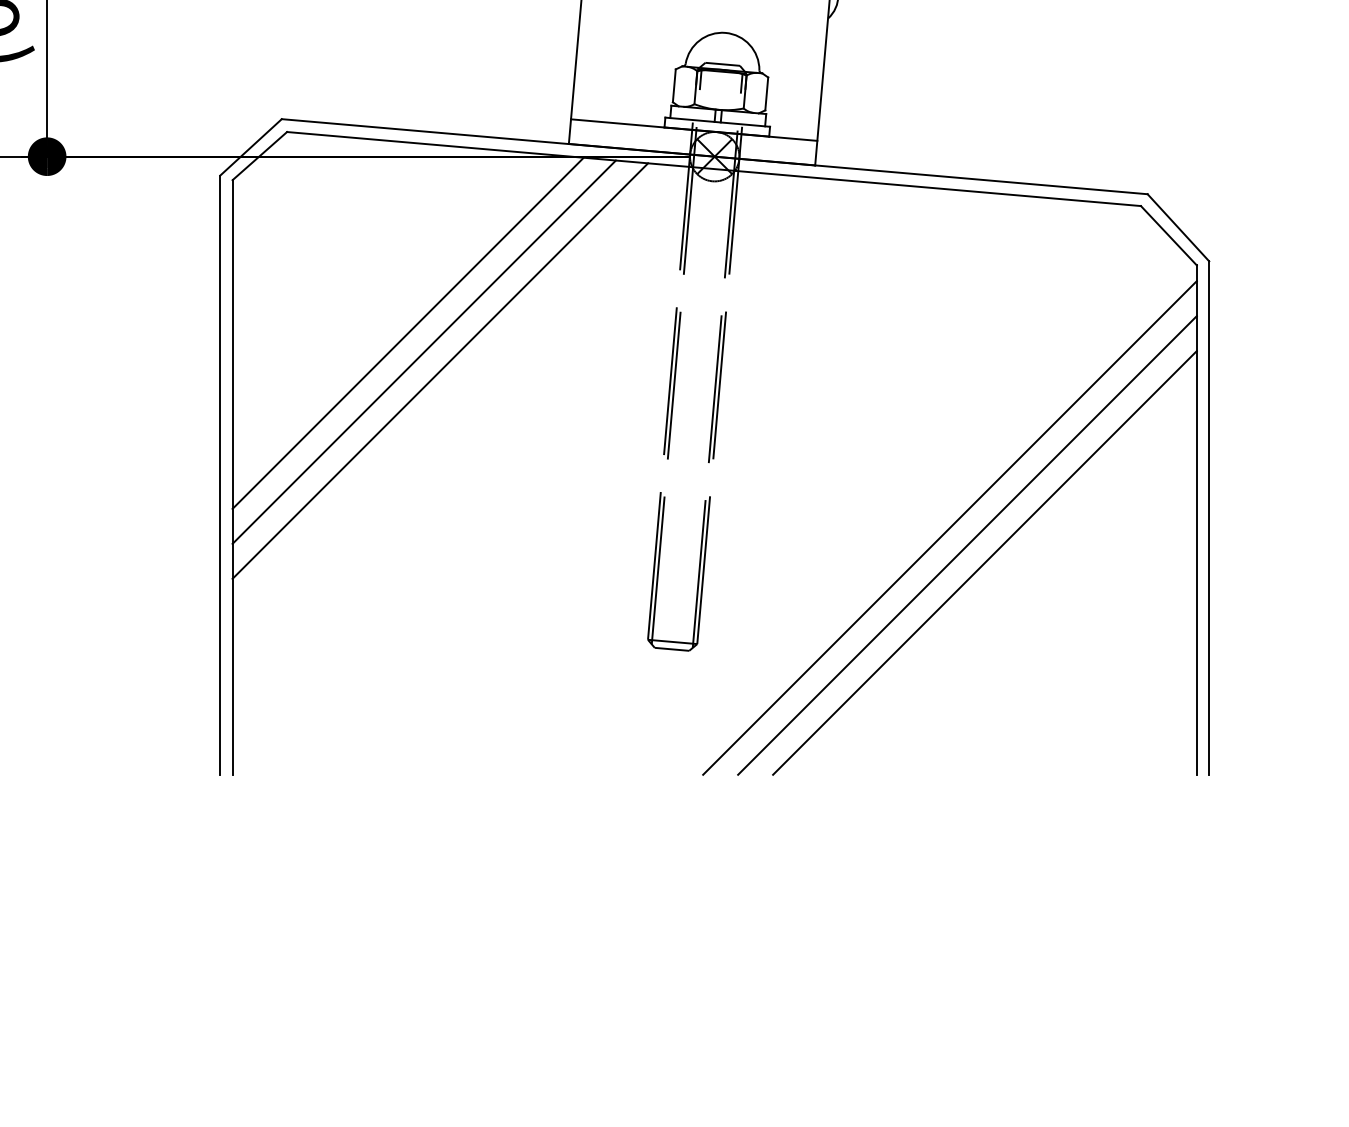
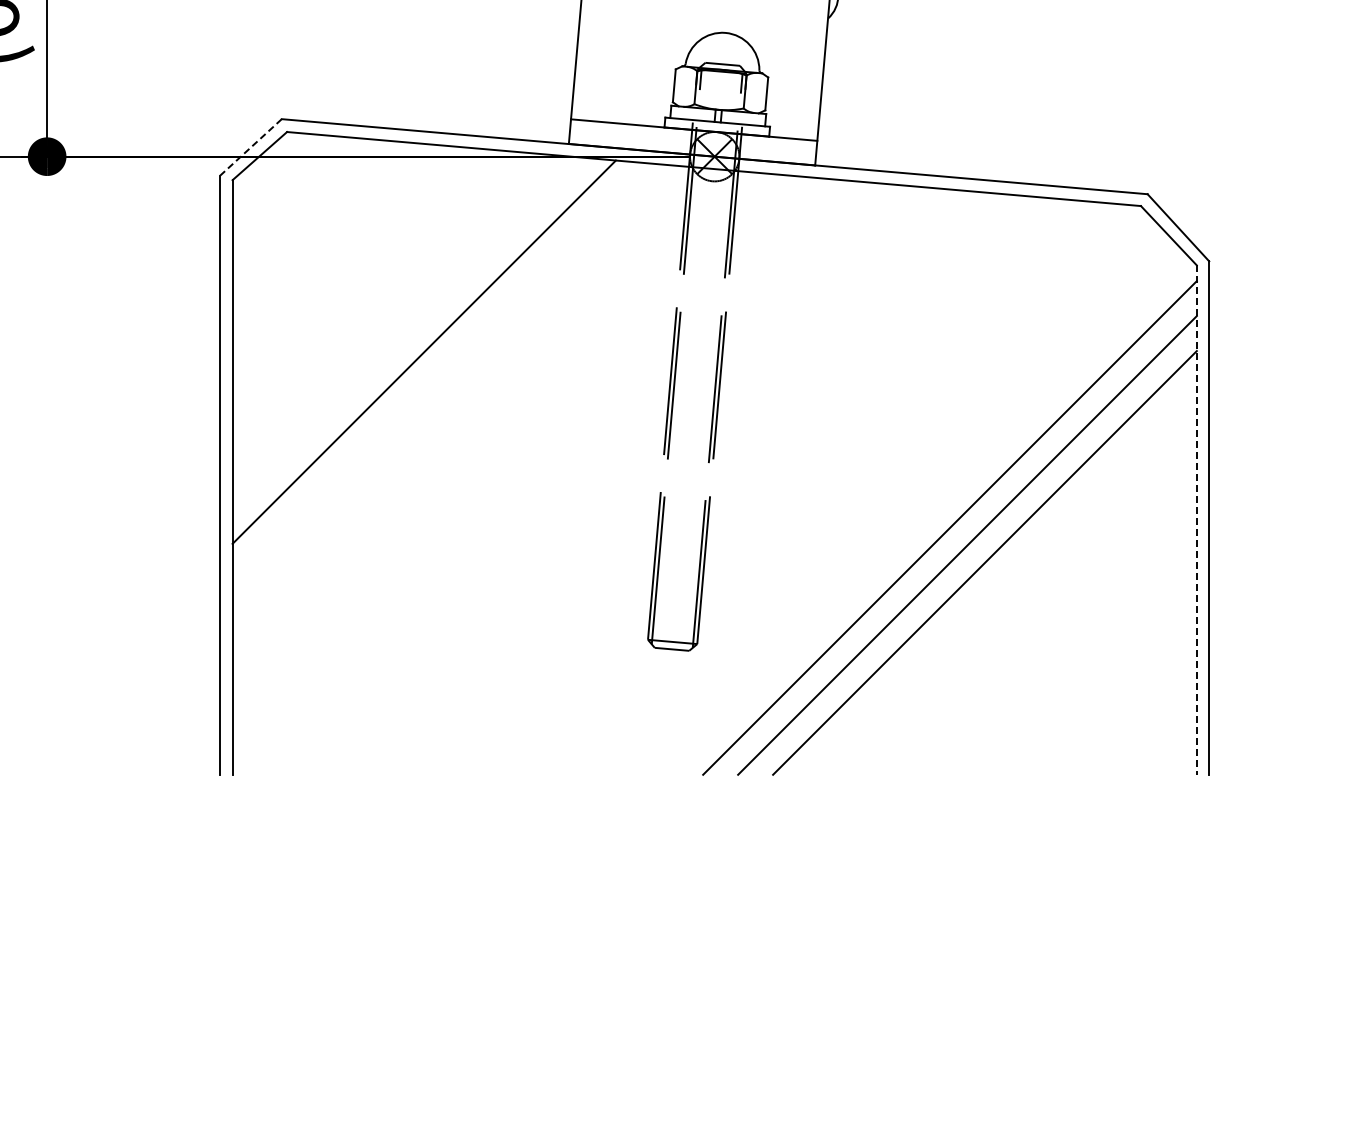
line at (251, 147): solid -> dashed
line at (407, 332): present -> none
line at (440, 370): present -> none
line at (1196, 520): solid -> dashed
